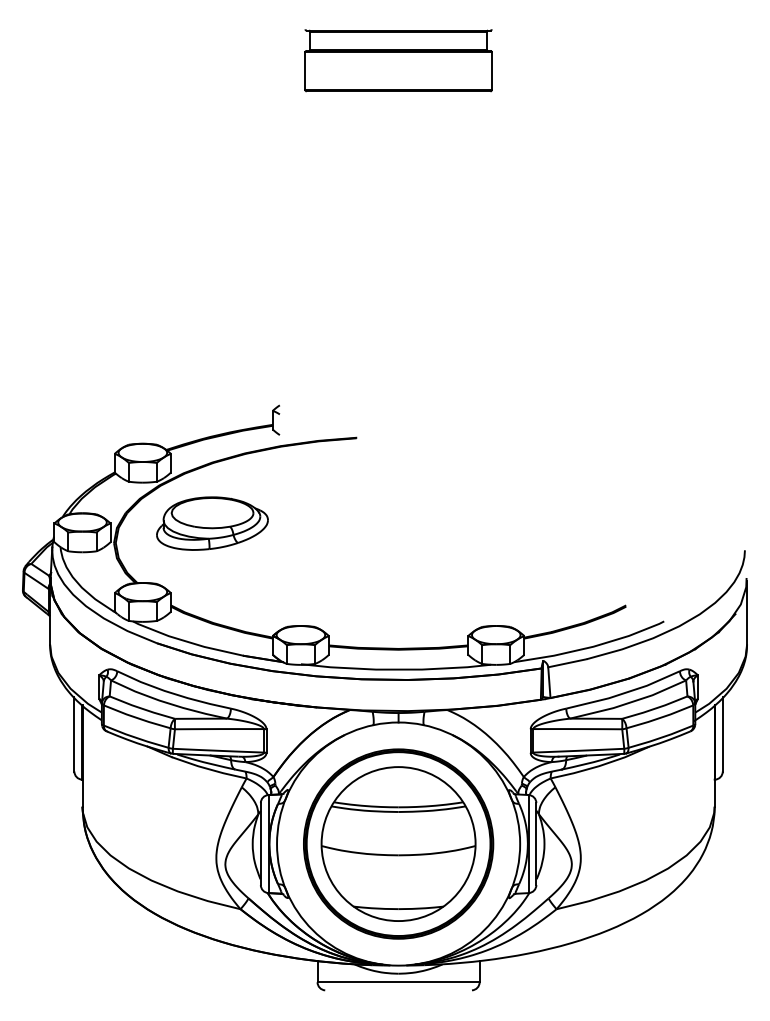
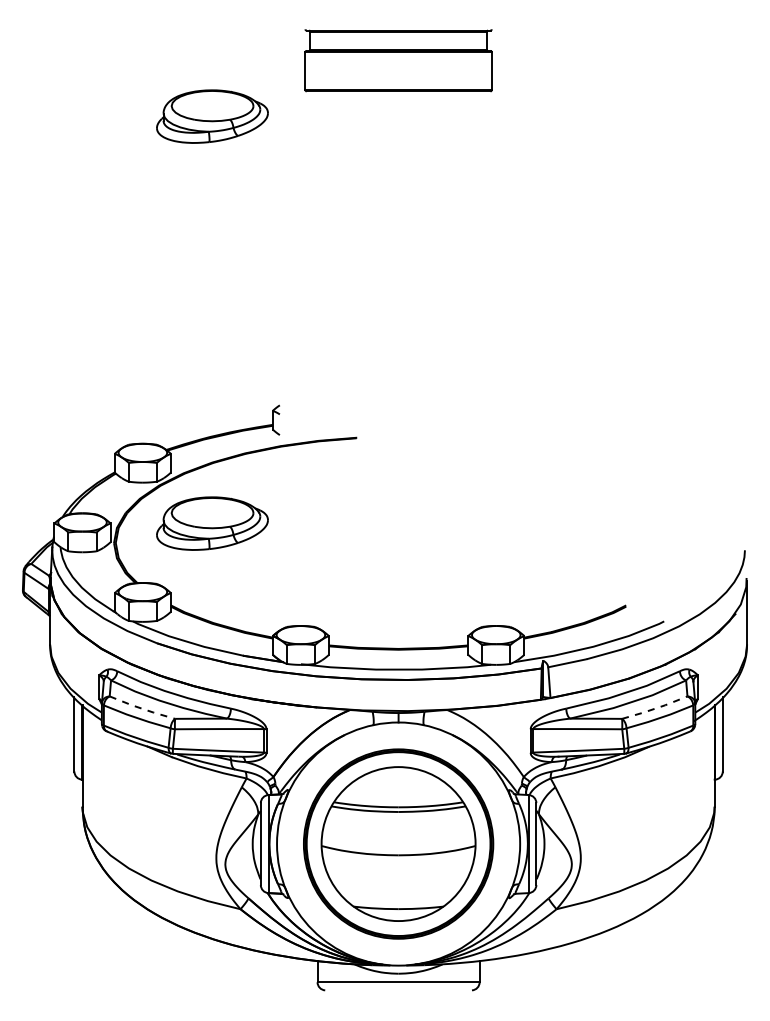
part at (212, 116): none -> present
line at (142, 708): solid -> dashed
line at (655, 708): solid -> dashed
